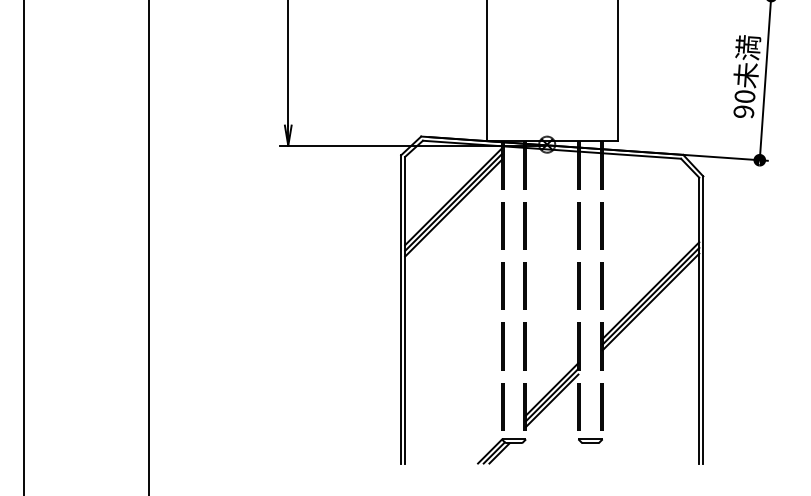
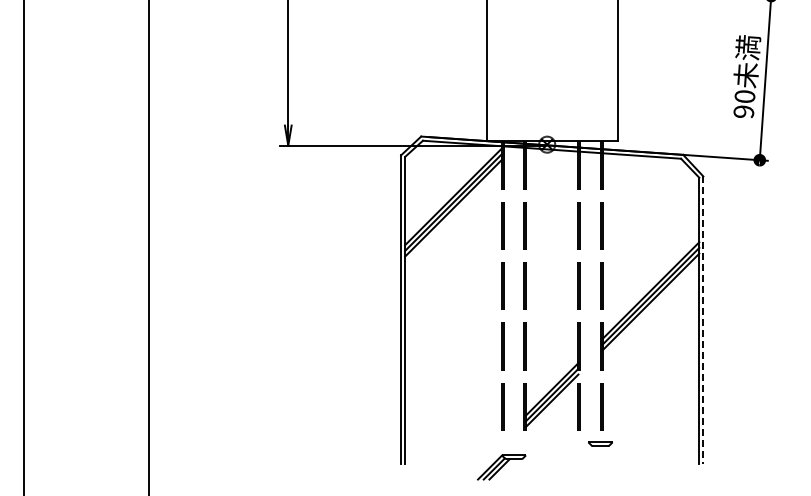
line at (703, 319): solid -> dashed
part at (590, 440) position: (590, 440) -> (600, 443)
part at (501, 451) position: (501, 451) -> (501, 467)
